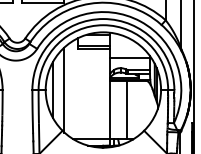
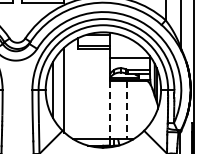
line at (109, 110): solid -> dashed
line at (127, 110): solid -> dashed
